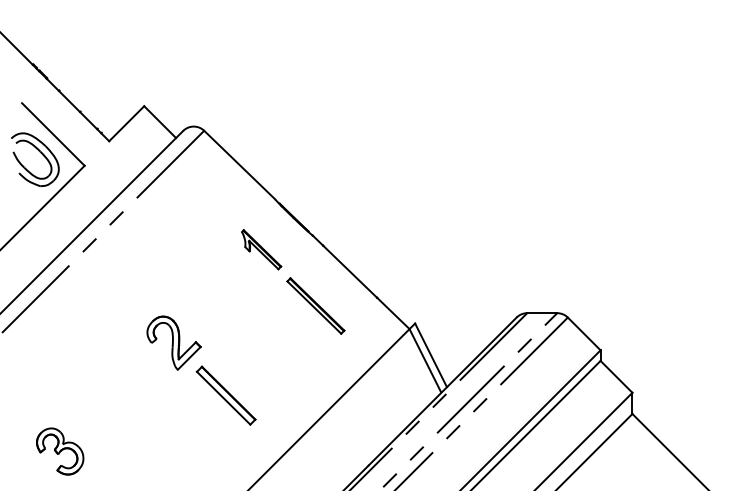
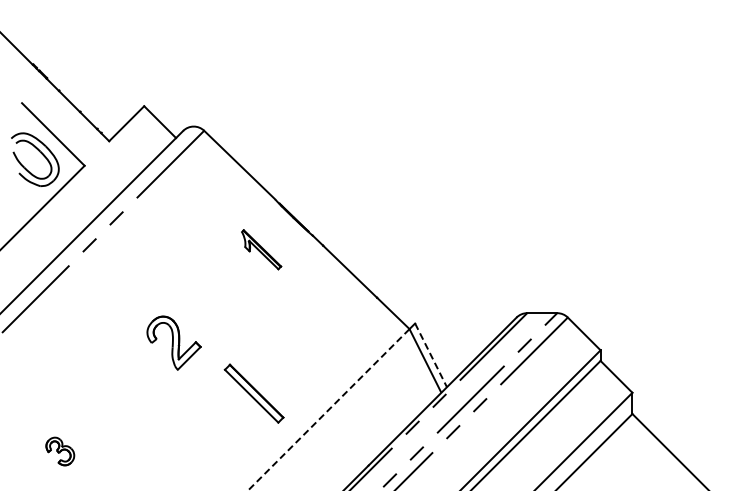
part at (315, 305): present -> none
line at (431, 355): solid -> dashed
part at (225, 395) position: (225, 395) -> (253, 393)
line at (328, 410): solid -> dashed
part at (60, 451) size: 49x49 px -> 31x31 px
